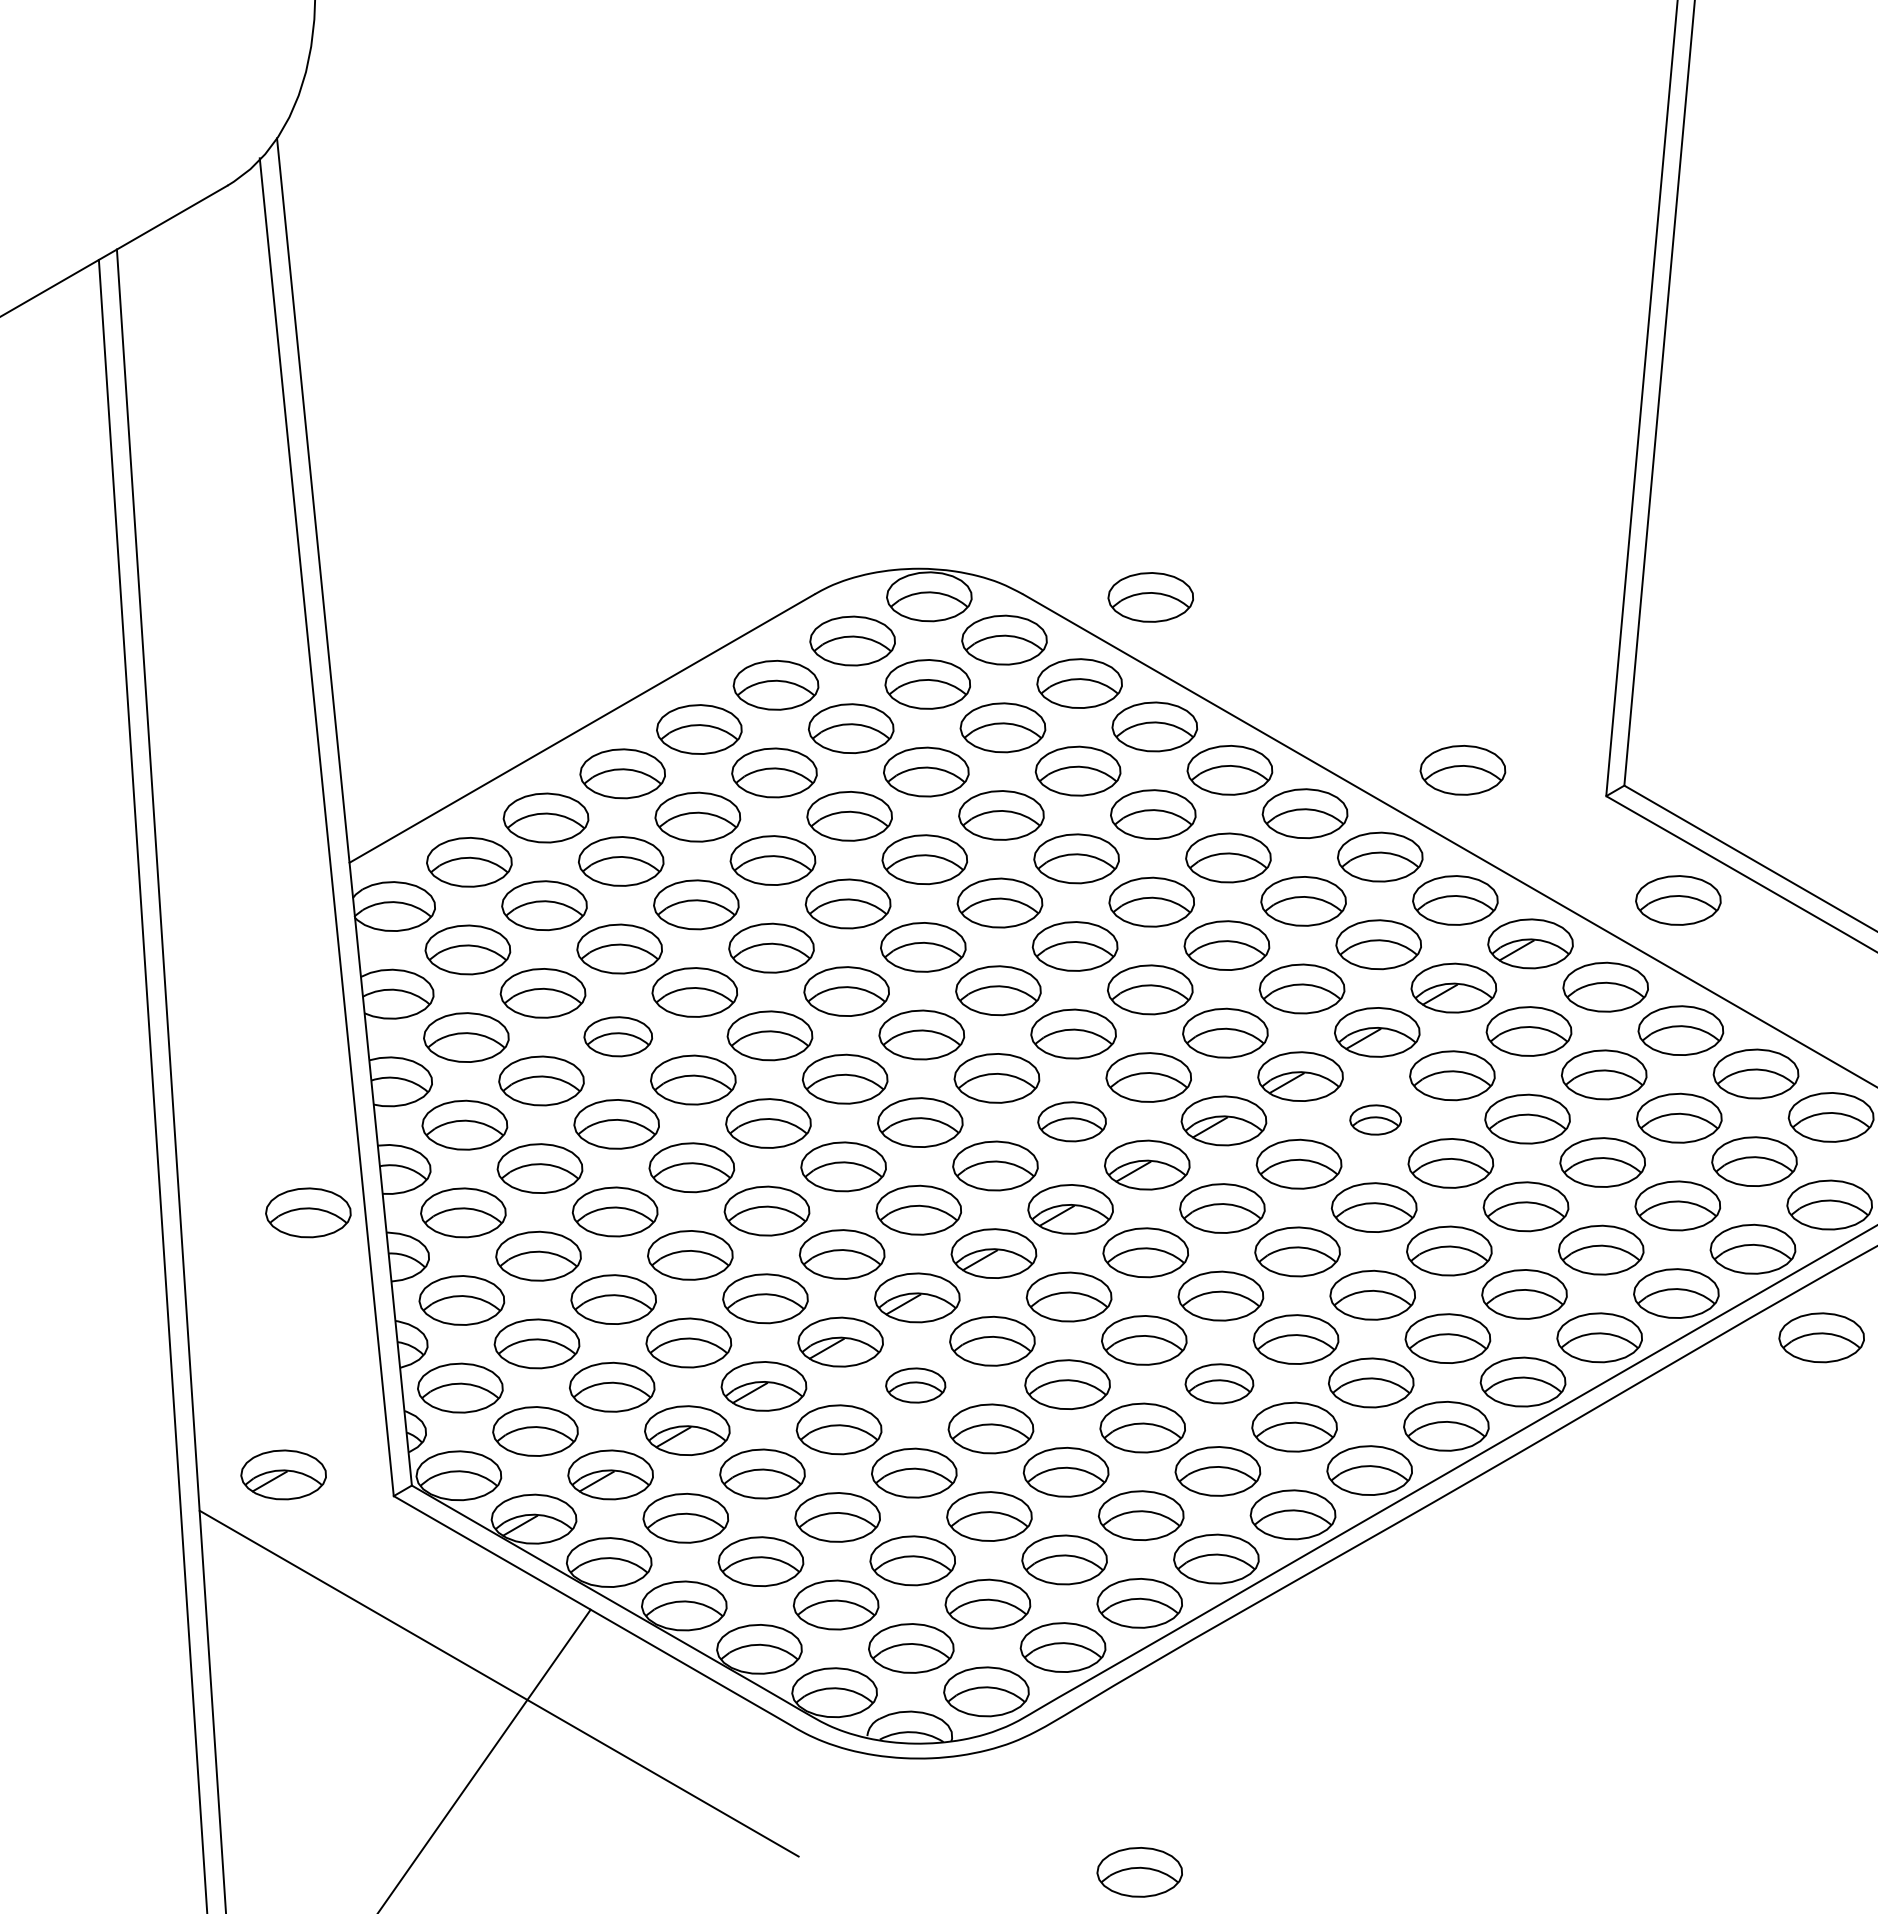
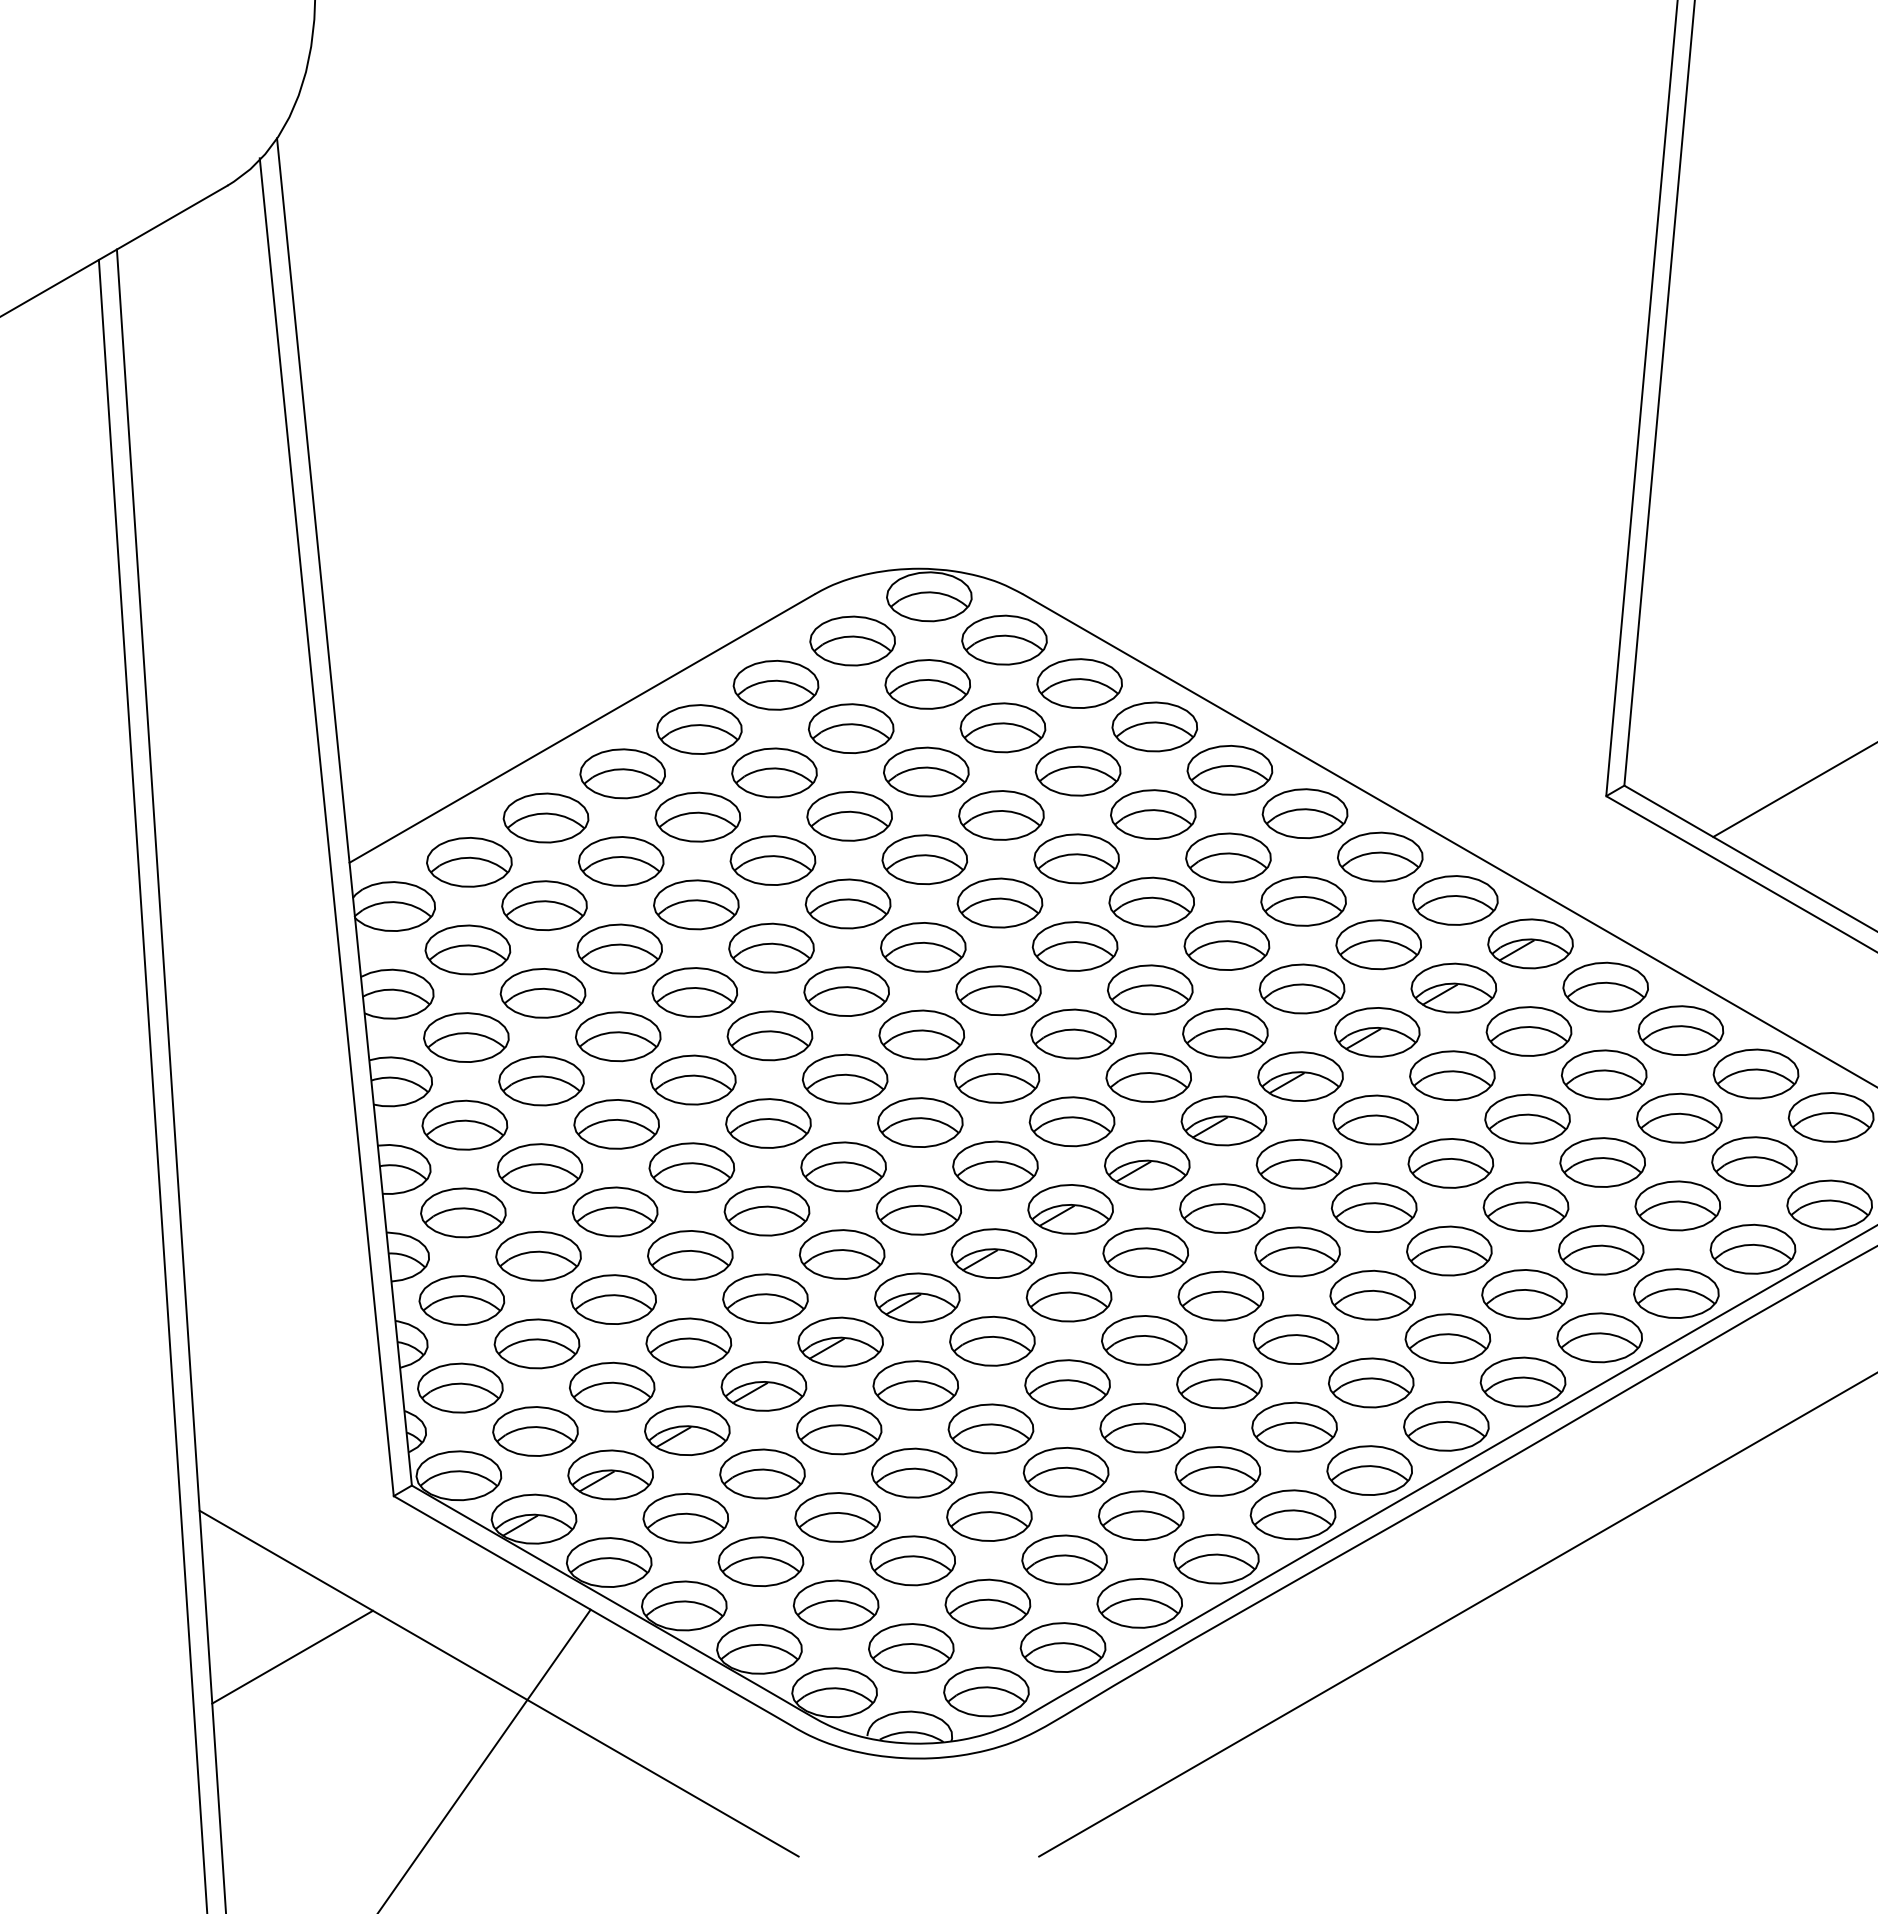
part at (1150, 597): present -> none
part at (1462, 770): present -> none
line at (1793, 789): none -> present
part at (1678, 900): present -> none
part at (618, 1036) size: 71x42 px -> 87x52 px
part at (1375, 1119) size: 53x32 px -> 87x52 px
part at (1071, 1121) size: 70x42 px -> 88x52 px
part at (308, 1212): present -> none
part at (1821, 1337): present -> none
part at (1219, 1383) size: 71x42 px -> 87x52 px
part at (915, 1385) size: 62x37 px -> 87x51 px
part at (283, 1474): present -> none
line at (1456, 1615): none -> present
line at (292, 1656): none -> present
part at (1139, 1872): present -> none
